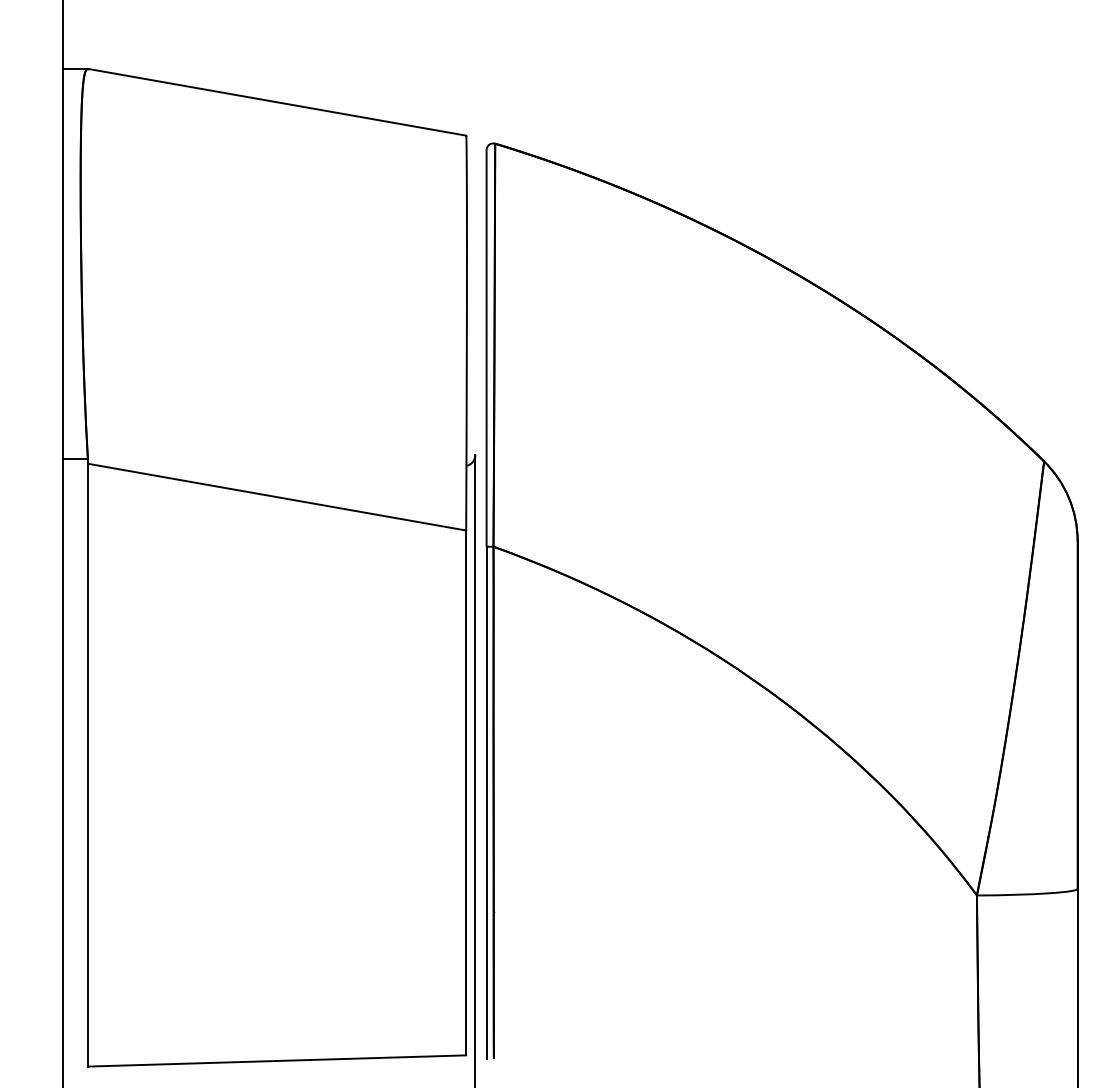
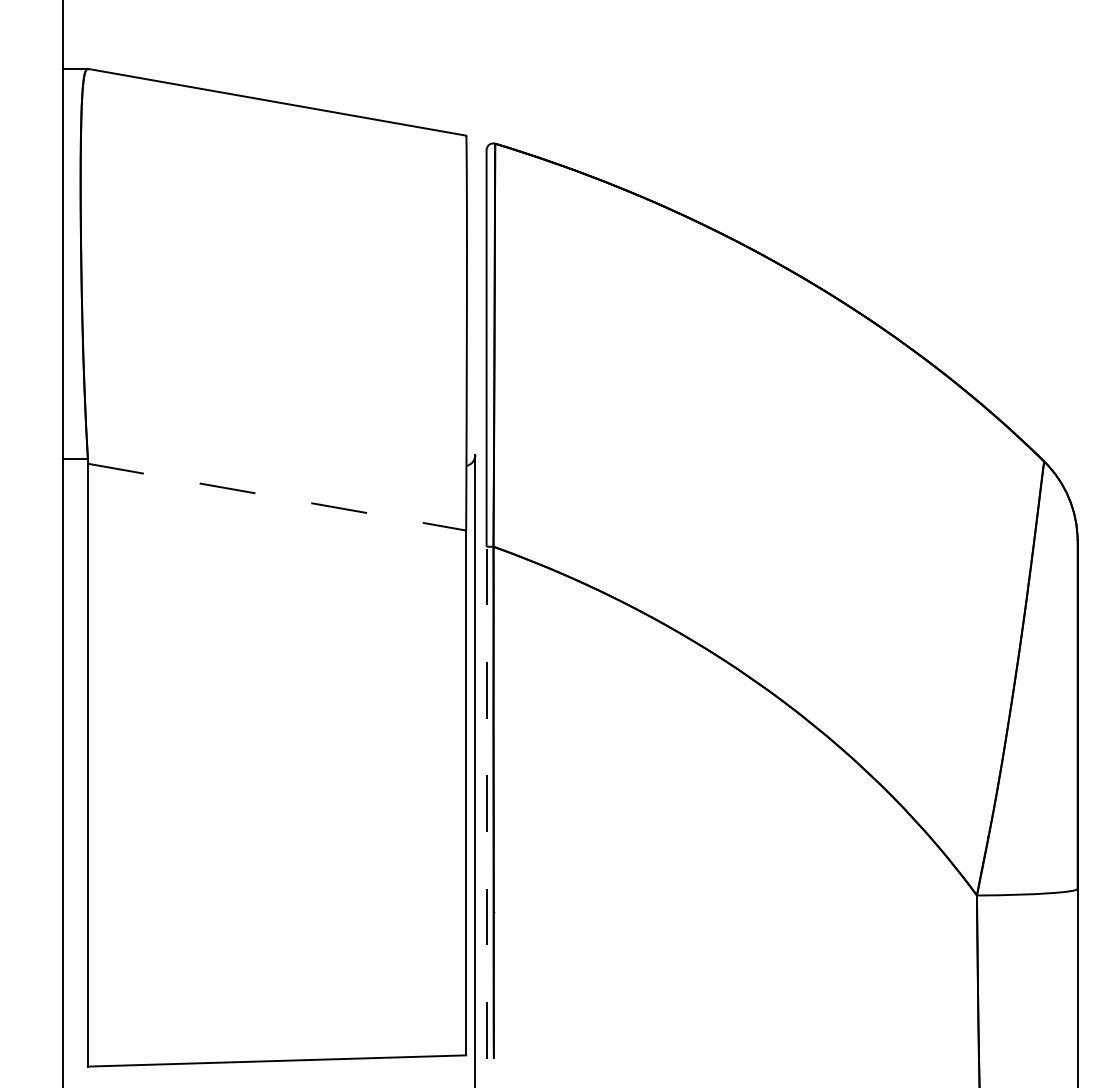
line at (277, 497): solid -> dashed
line at (486, 802): solid -> dashed
